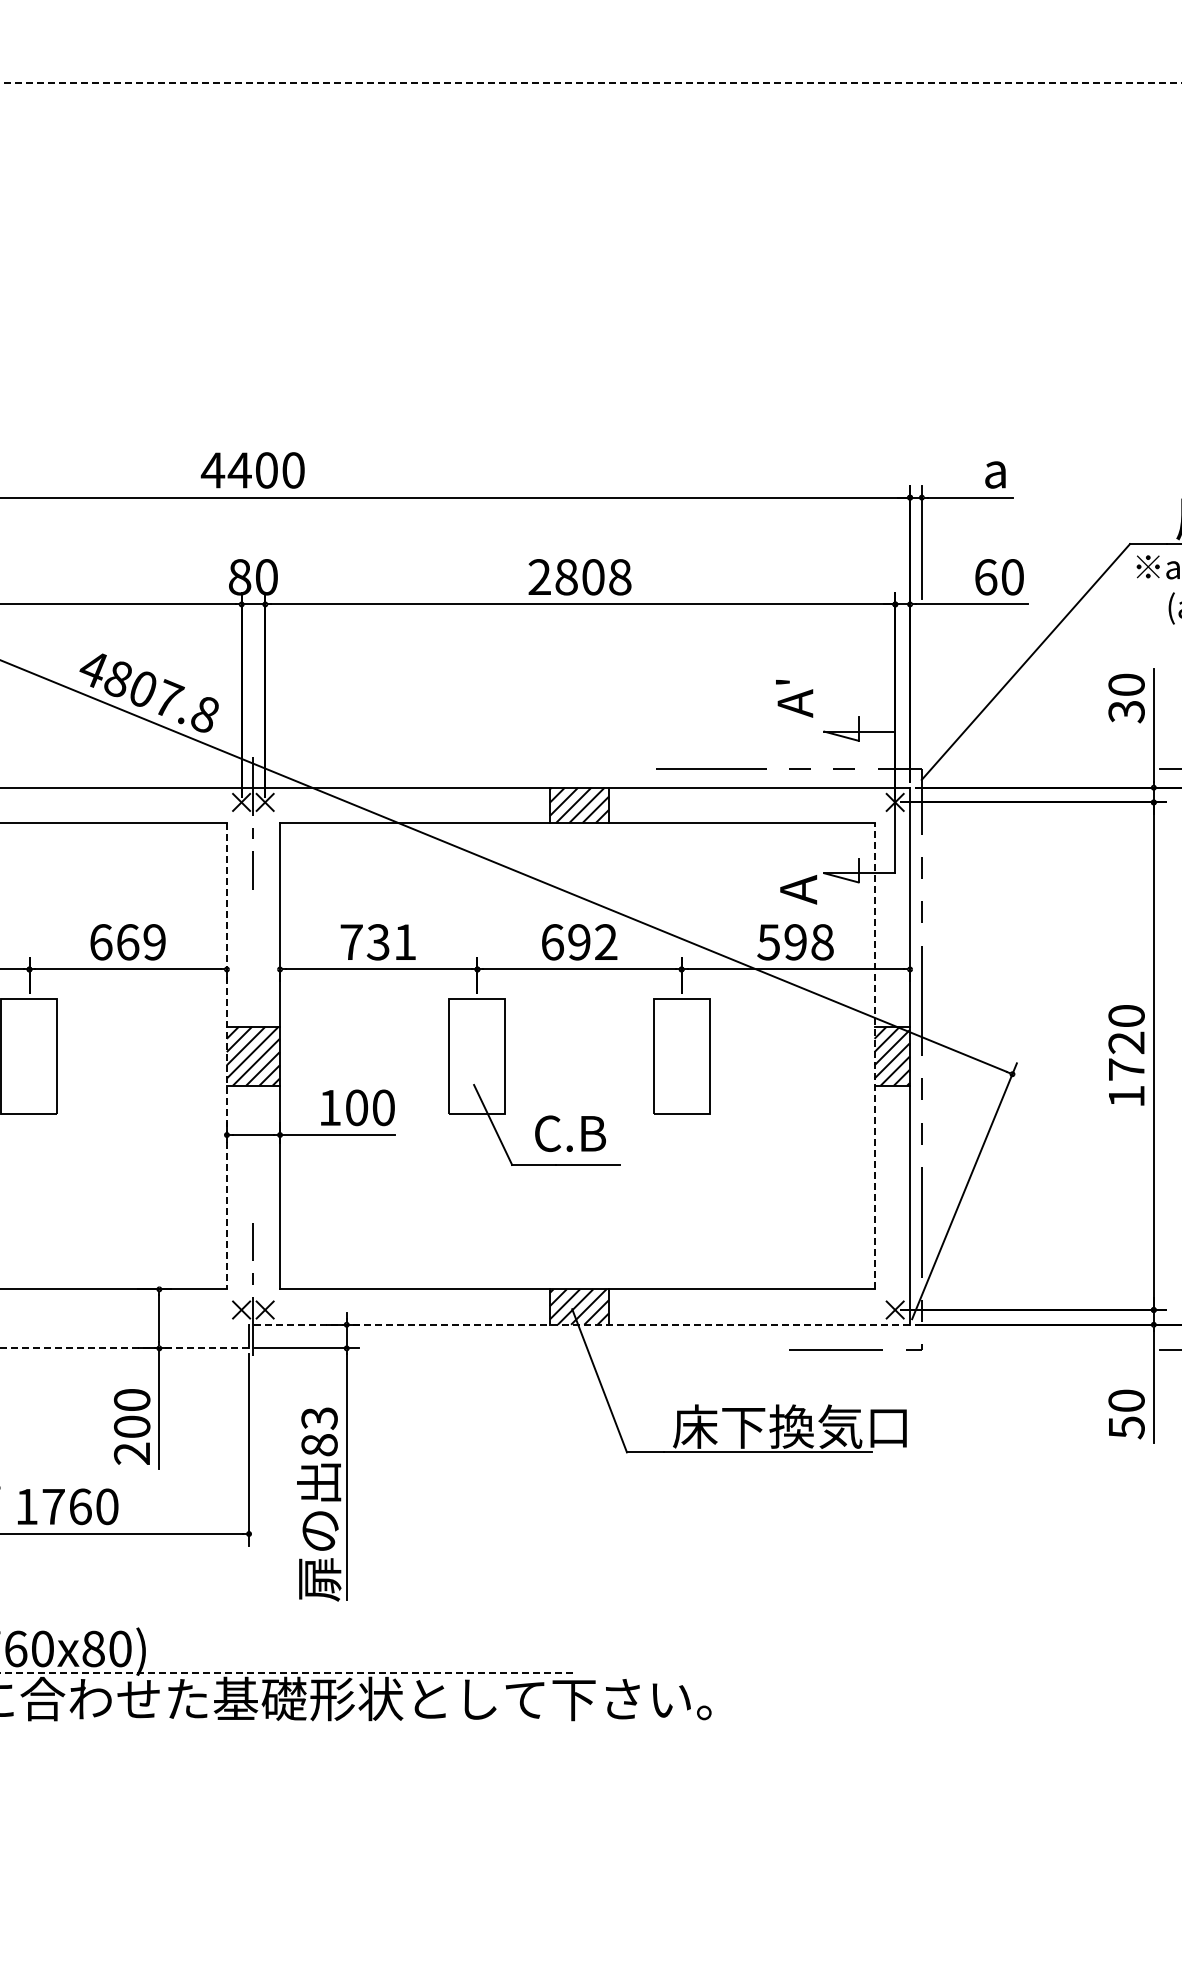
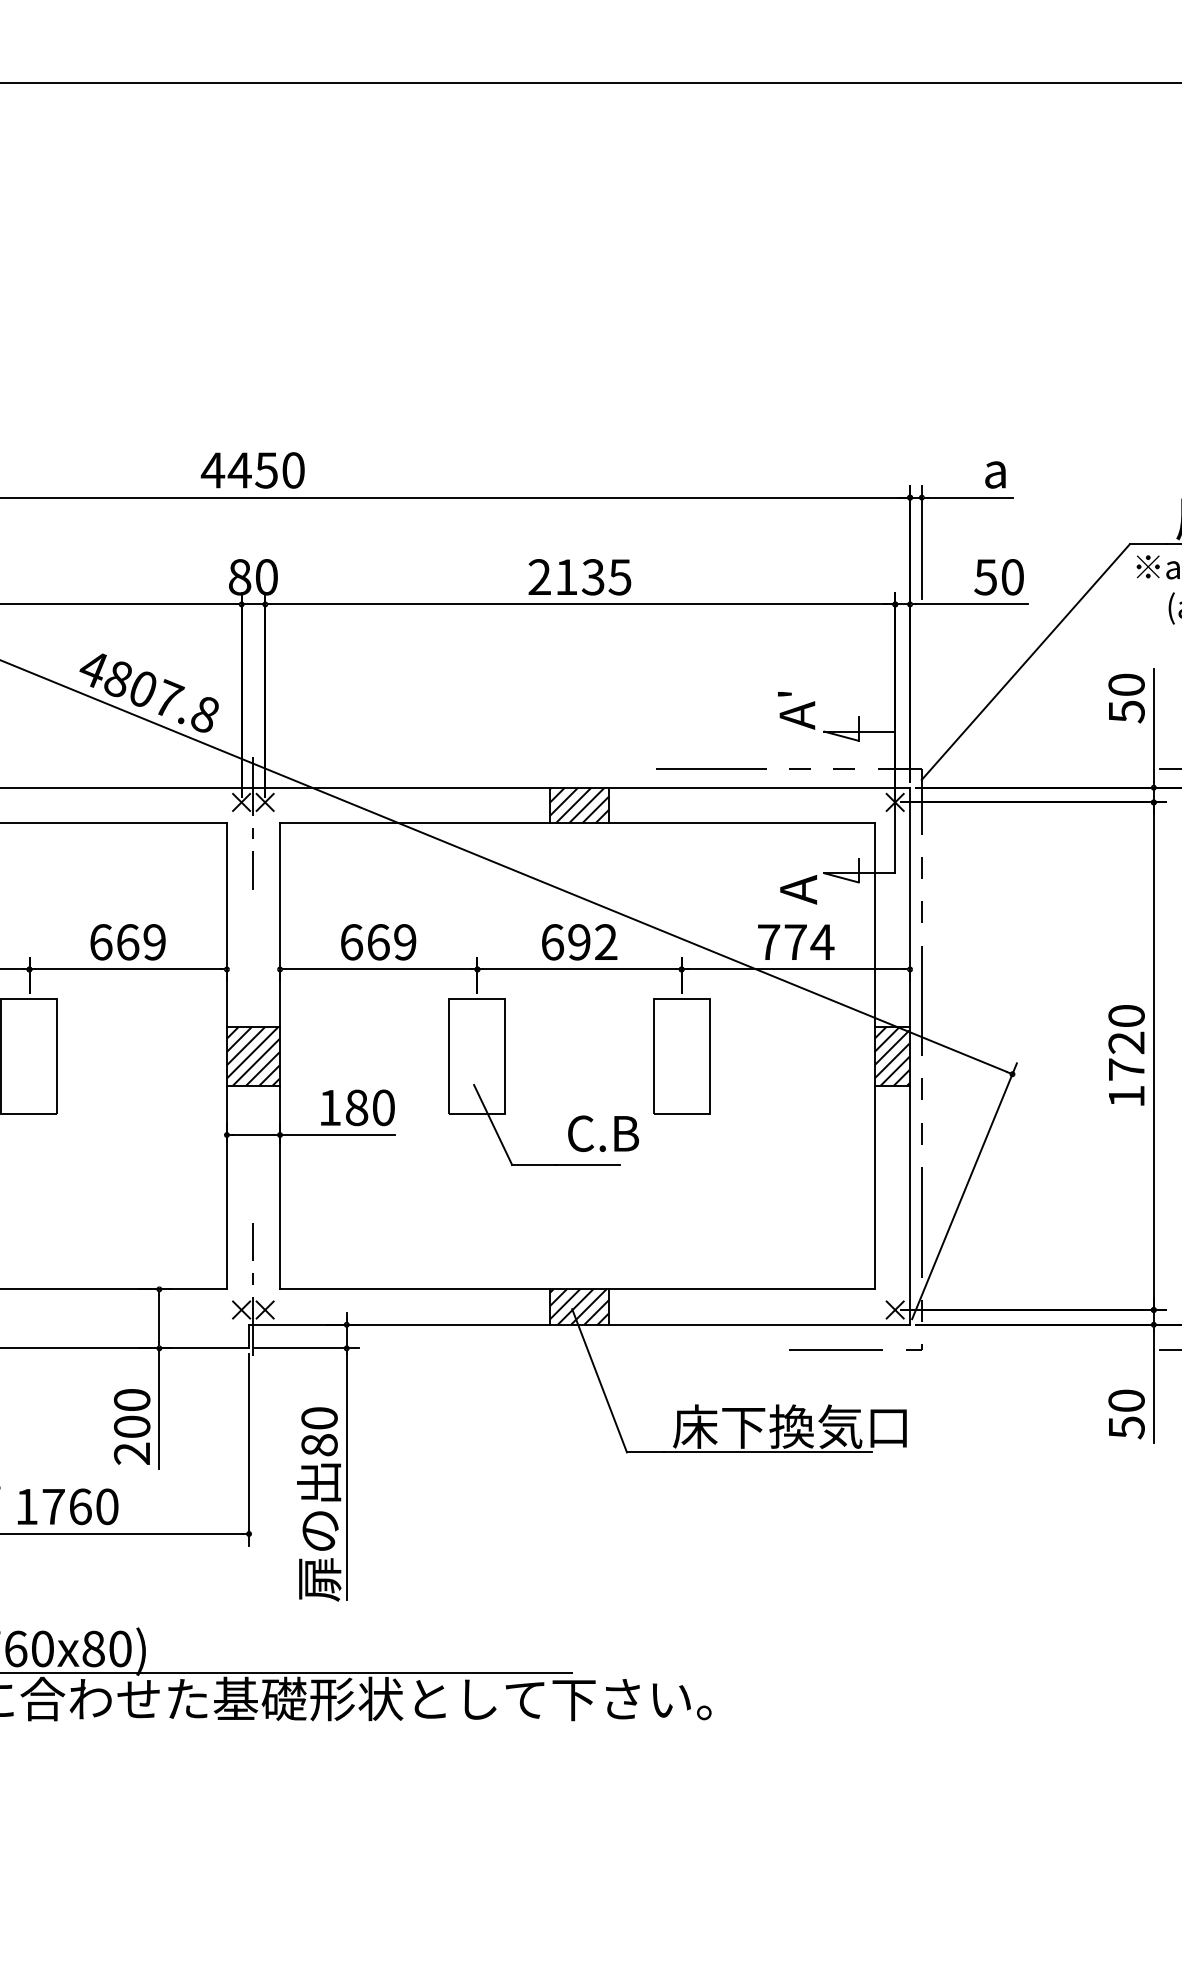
line at (591, 83): dashed -> solid
text at (266, 470): 4400 -> 4450
text at (593, 577): 2808 -> 2135
text at (985, 577): 60 -> 50
text at (794, 698) position: (794, 698) -> (796, 710)
text at (1126, 711): 30 -> 50
text at (378, 942): 731 -> 669
text at (795, 942): 598 -> 774
line at (874, 1055): dashed -> solid
line at (226, 1056): dashed -> solid
text at (357, 1107): 100 -> 180
text at (570, 1133) position: (570, 1133) -> (603, 1133)
line at (579, 1324): dashed -> solid
line at (124, 1348): dashed -> solid
text at (319, 1418): 83 -> 80
line at (287, 1673): dashed -> solid
